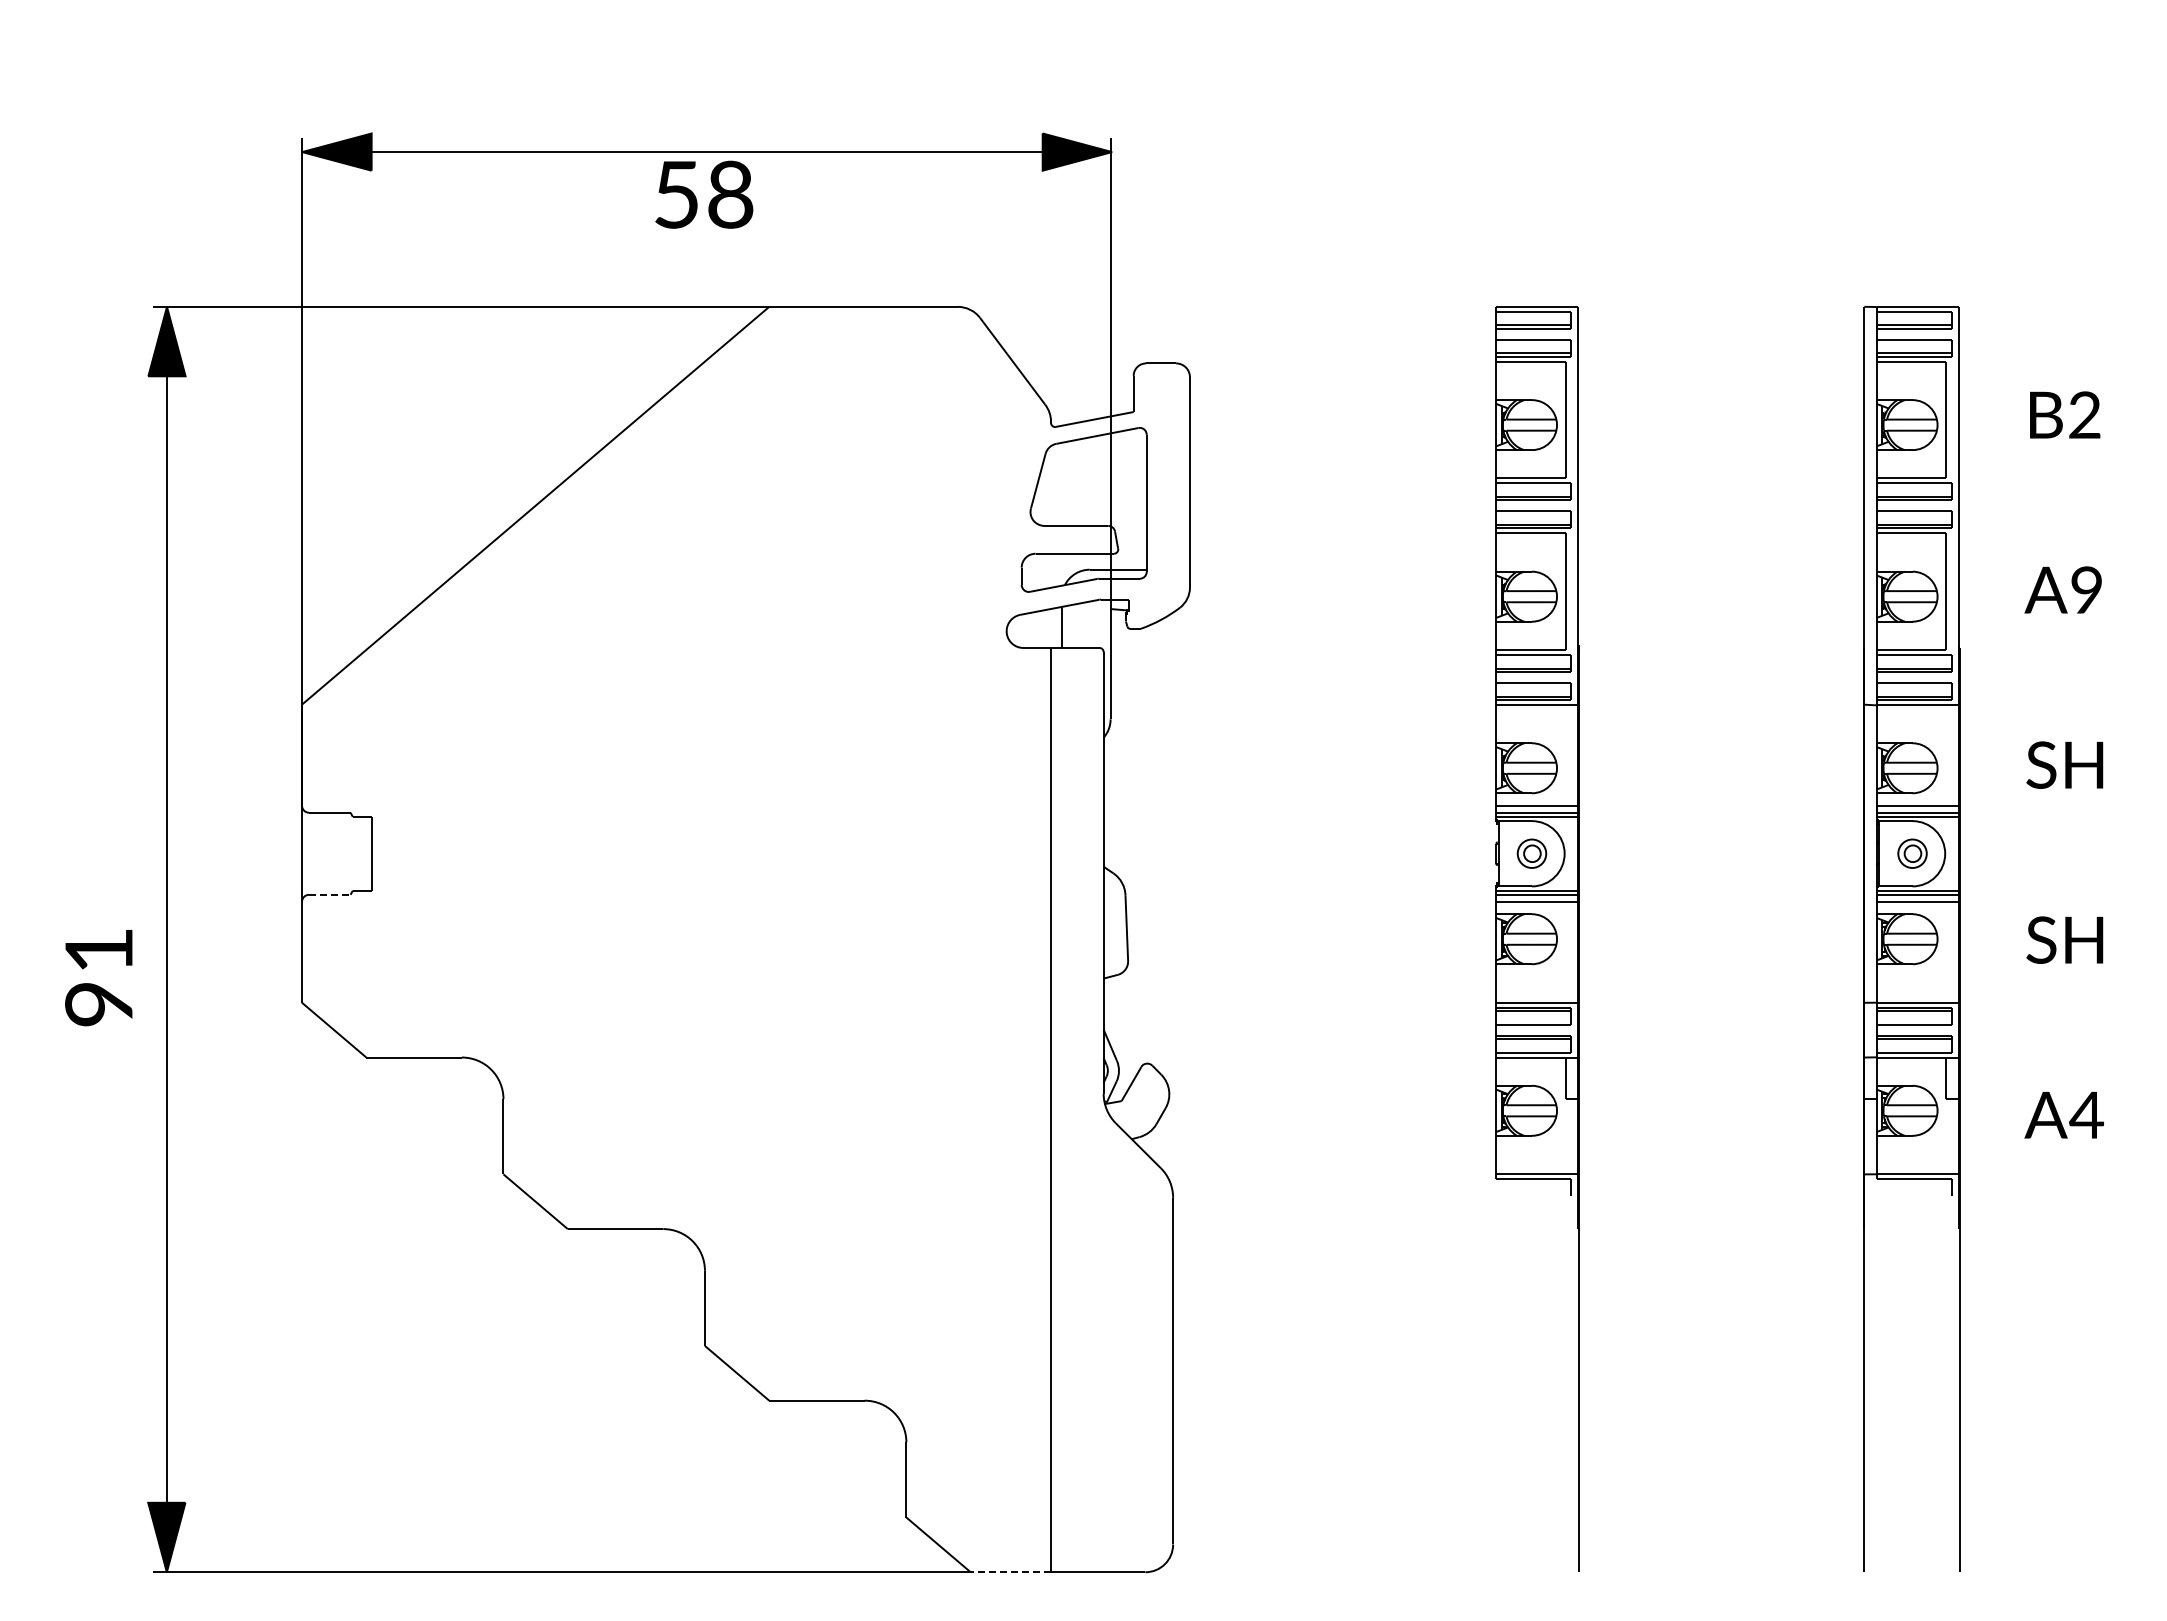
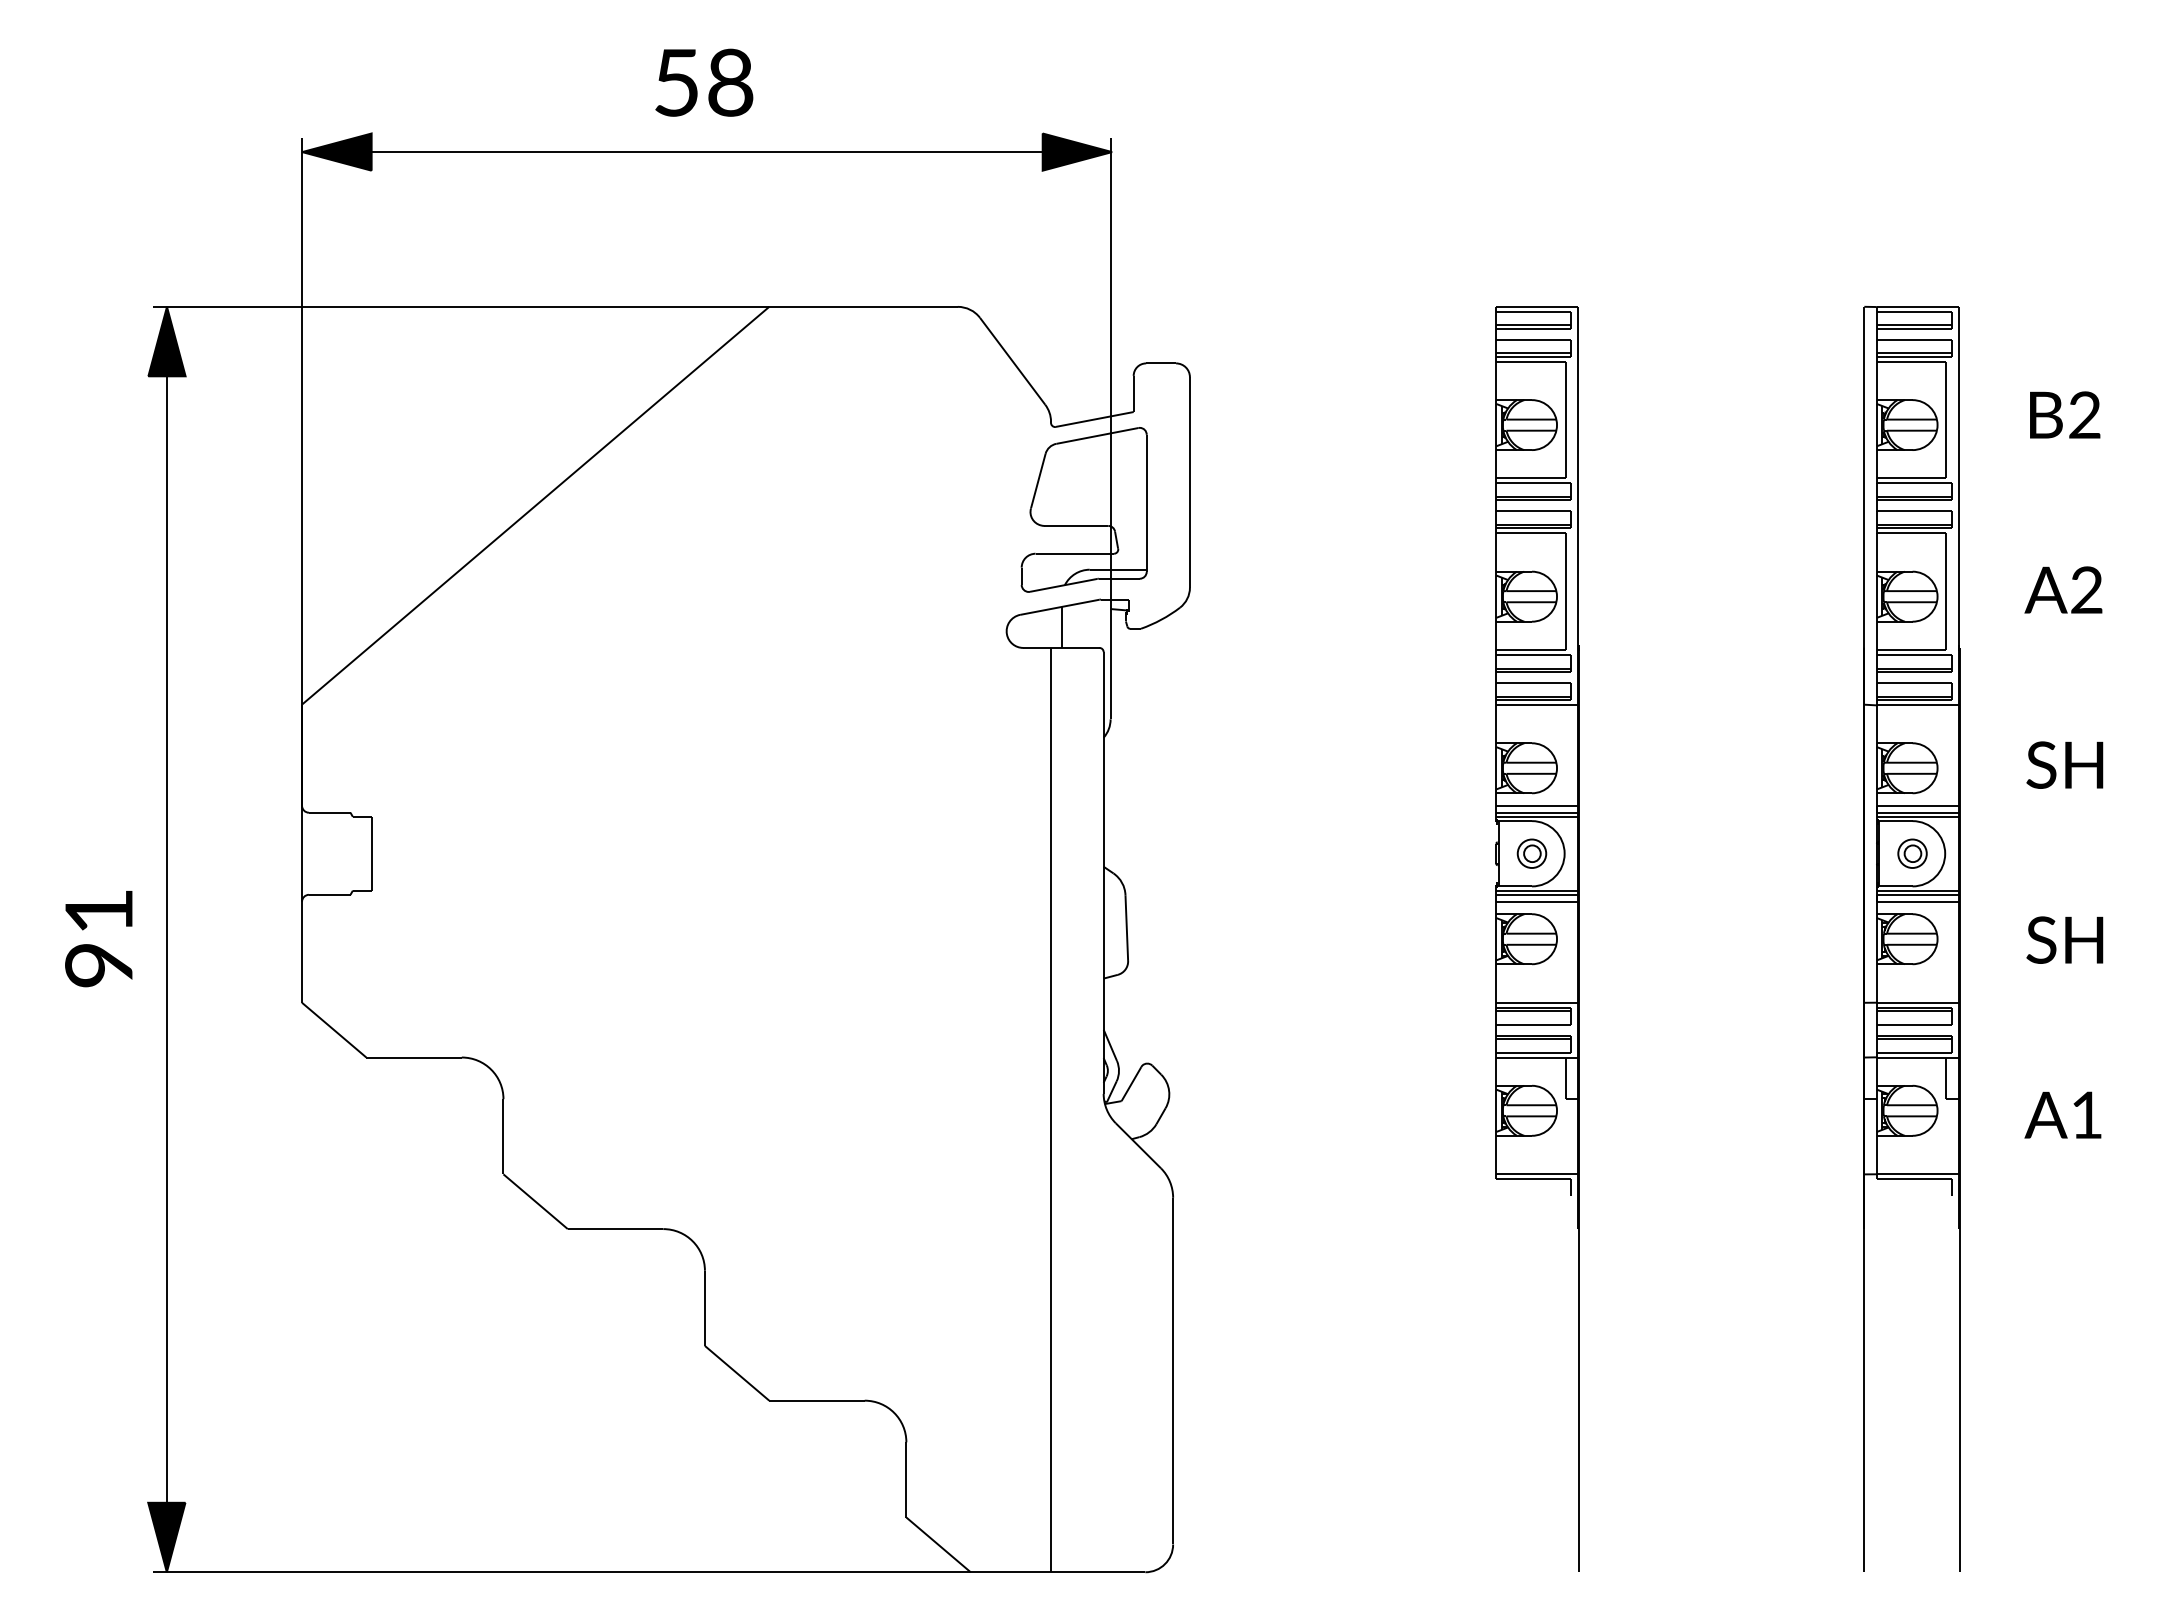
text at (704, 194) position: (704, 194) -> (704, 82)
text at (2086, 589): A9 -> A2
line at (329, 894): dashed -> solid
text at (98, 978) position: (98, 978) -> (98, 939)
text at (2086, 1114): A4 -> A1
line at (1010, 1572): dashed -> solid
